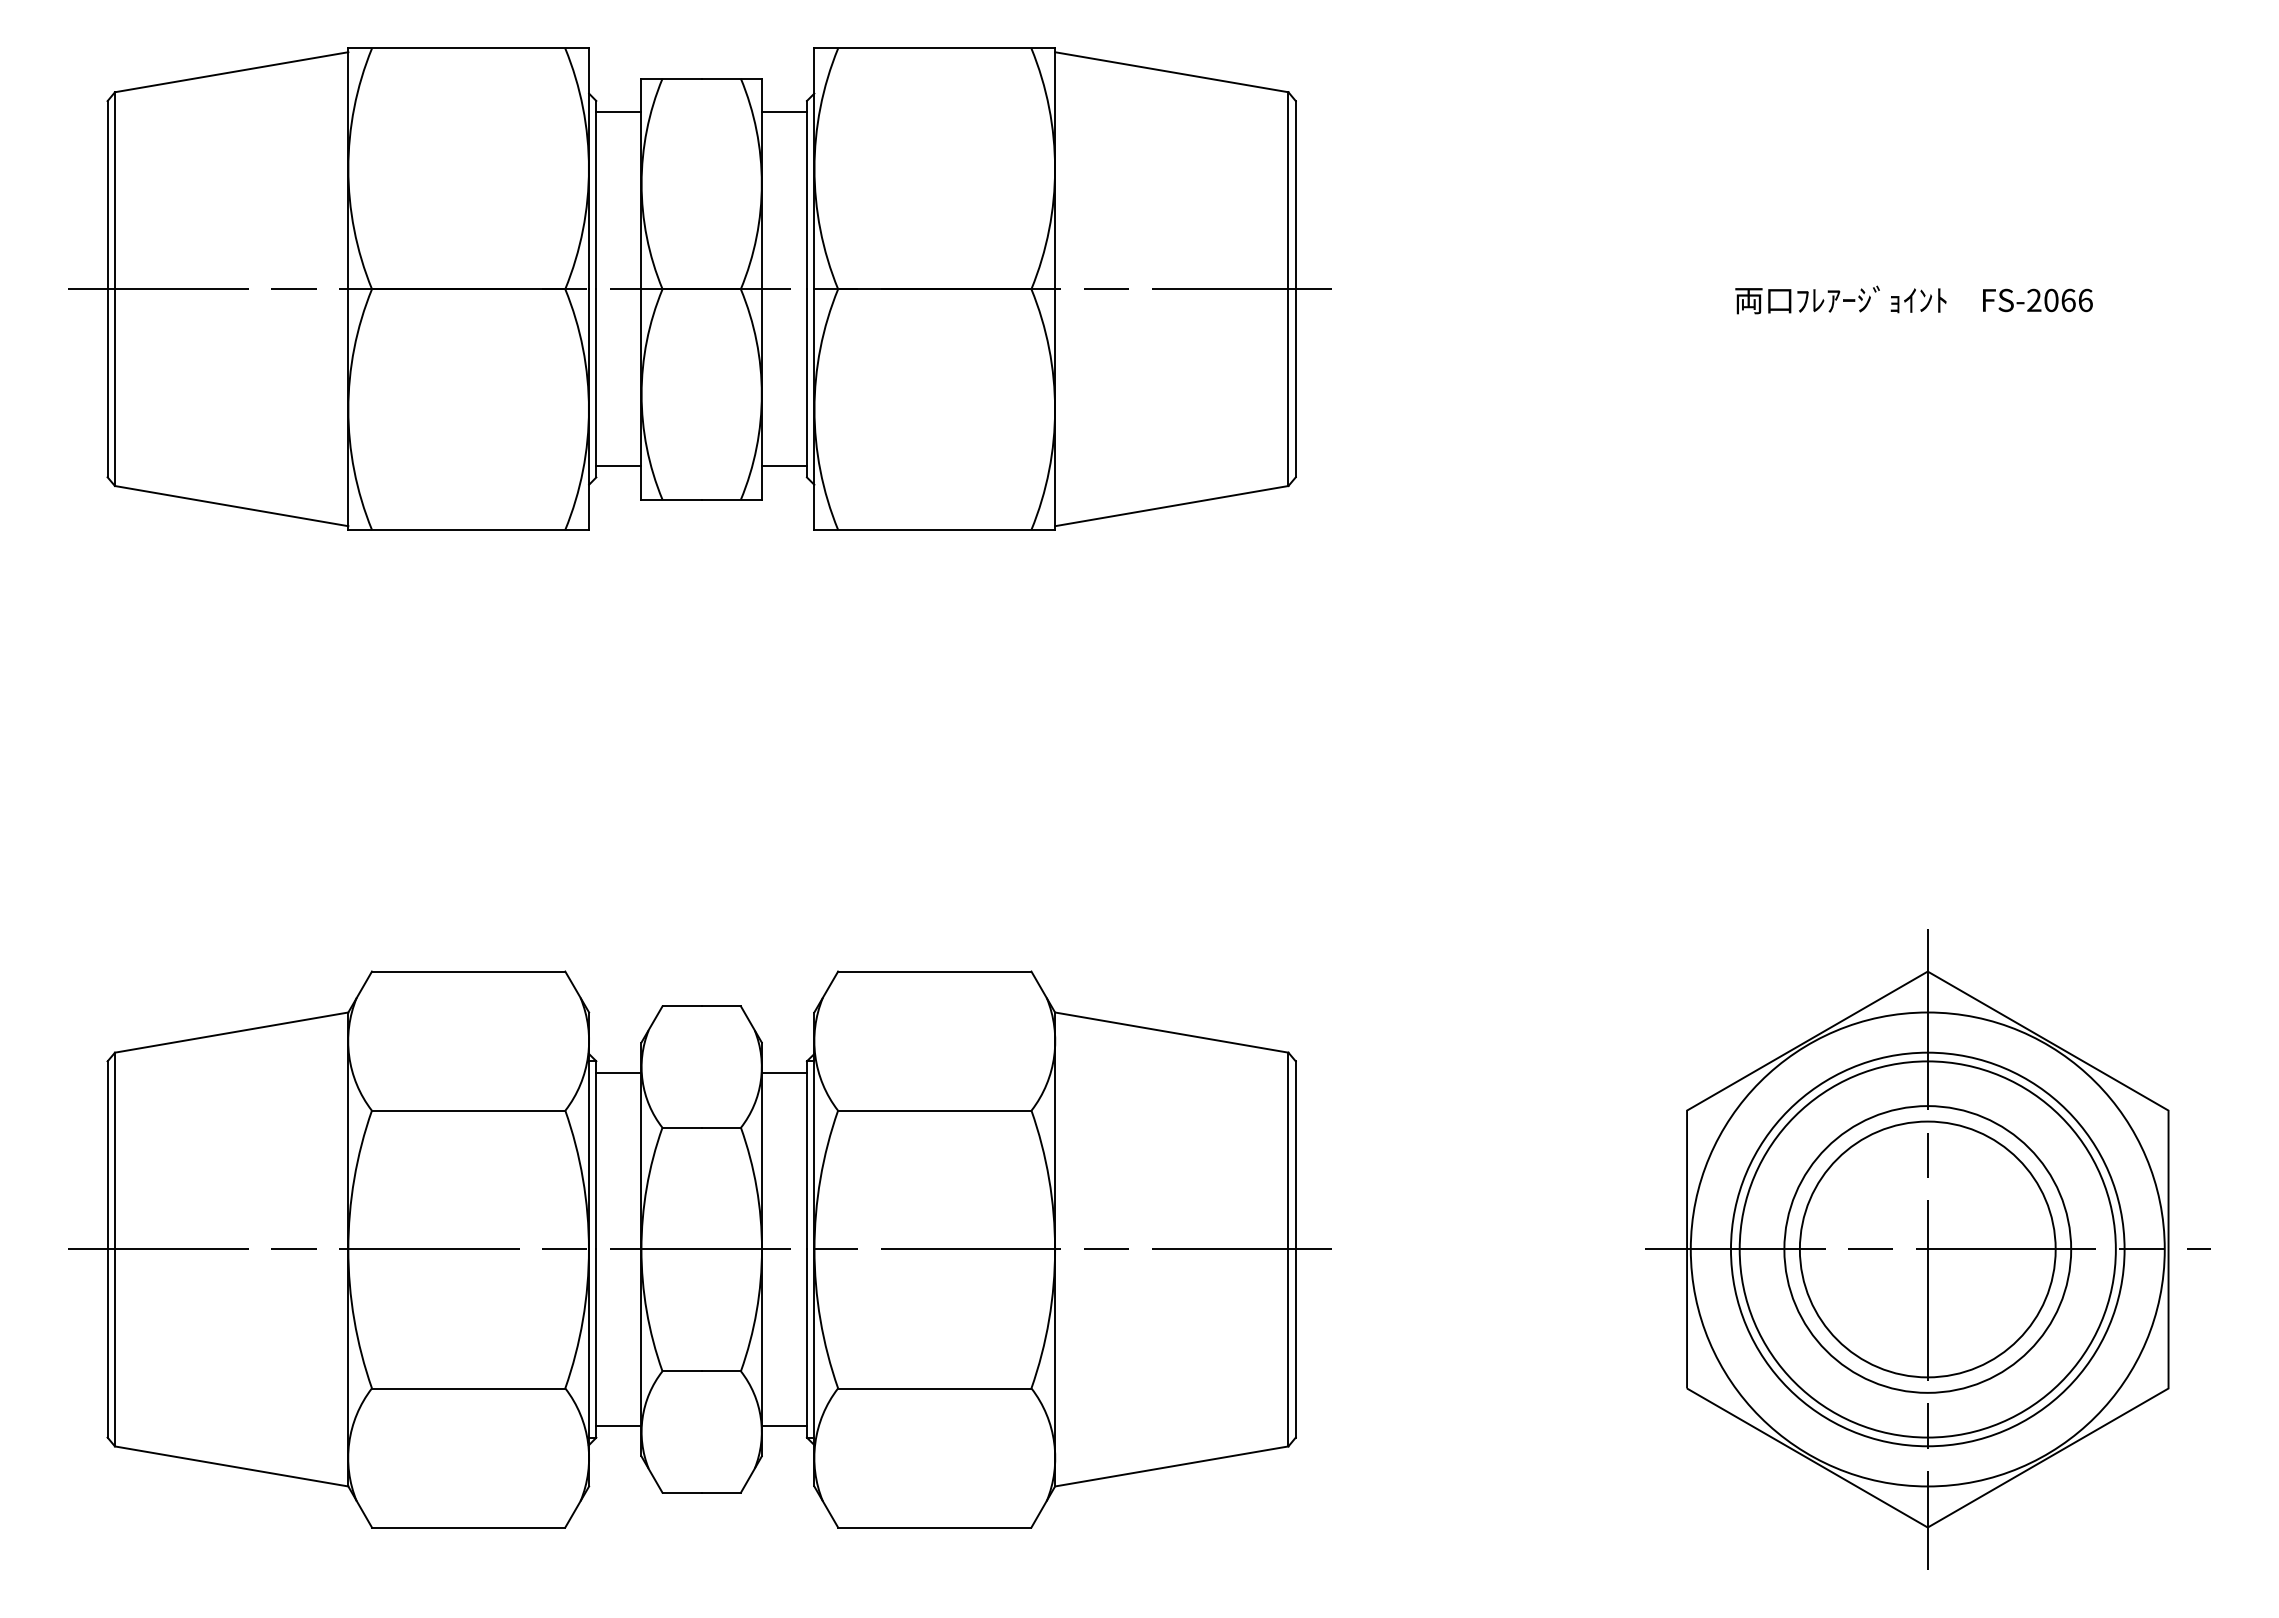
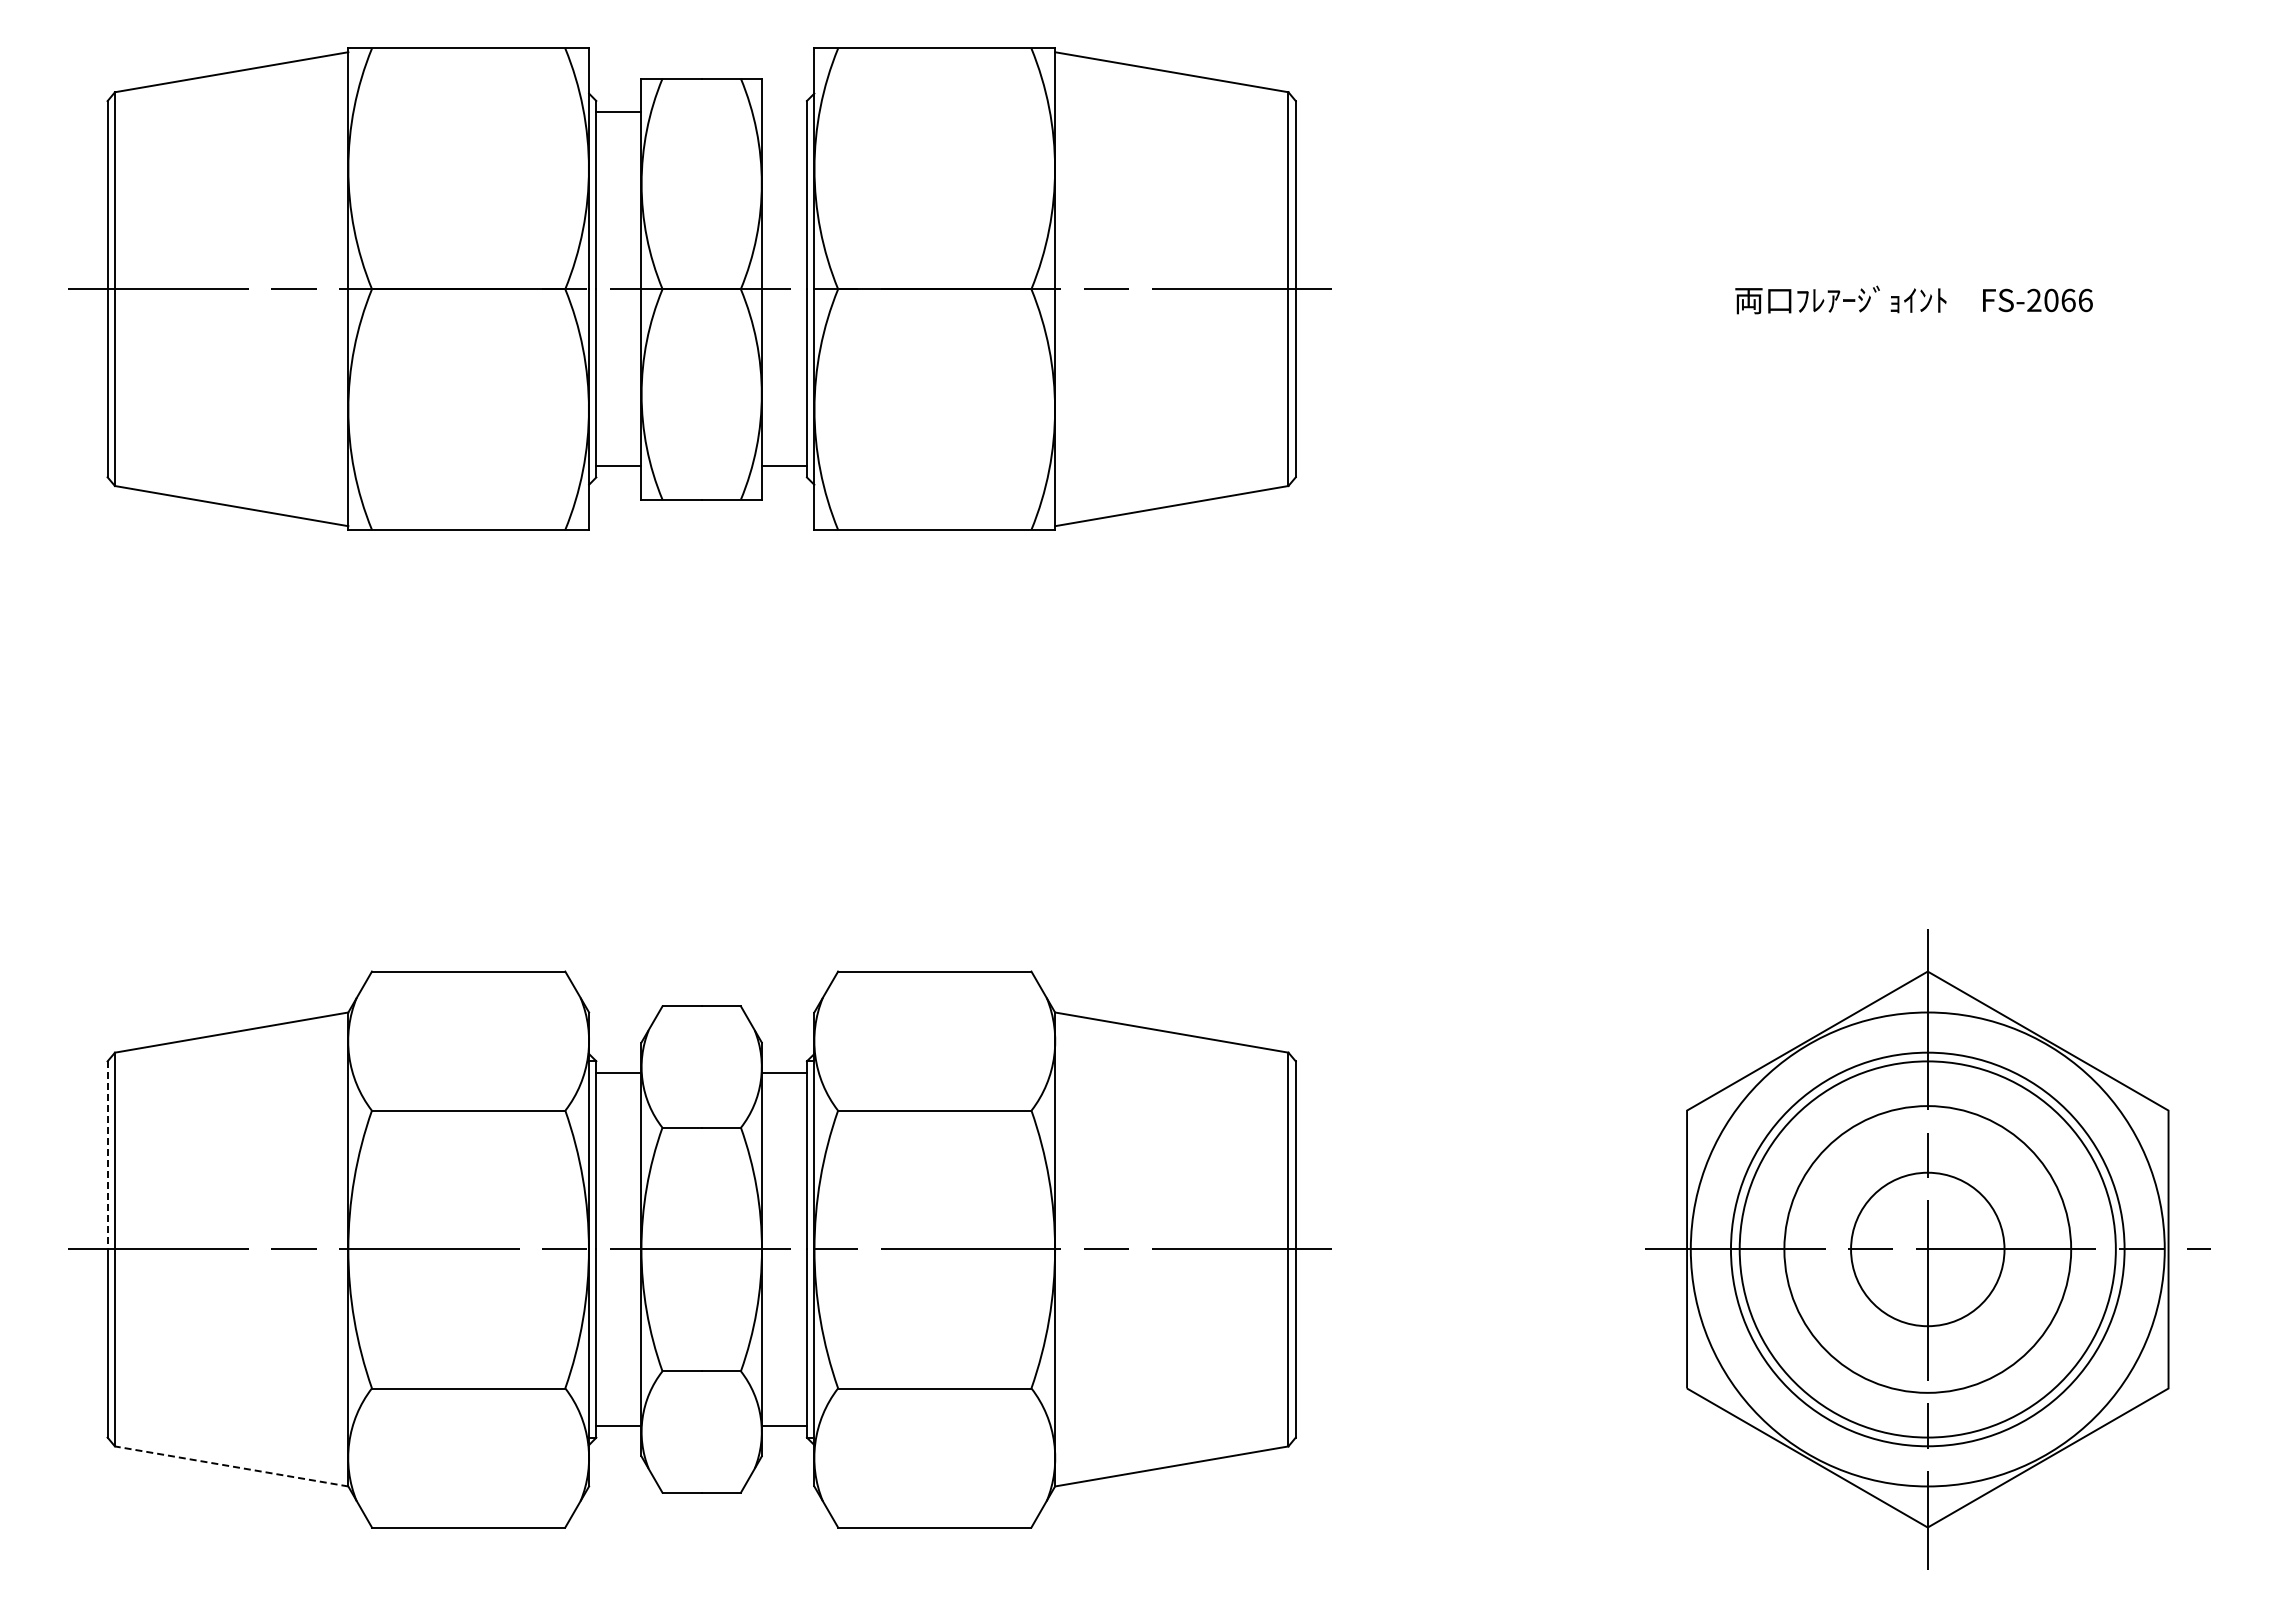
line at (783, 112): present -> none
line at (107, 1155): solid -> dashed
circle at (1927, 1249) diameter: 256 px -> 153 px
line at (231, 1466): solid -> dashed
